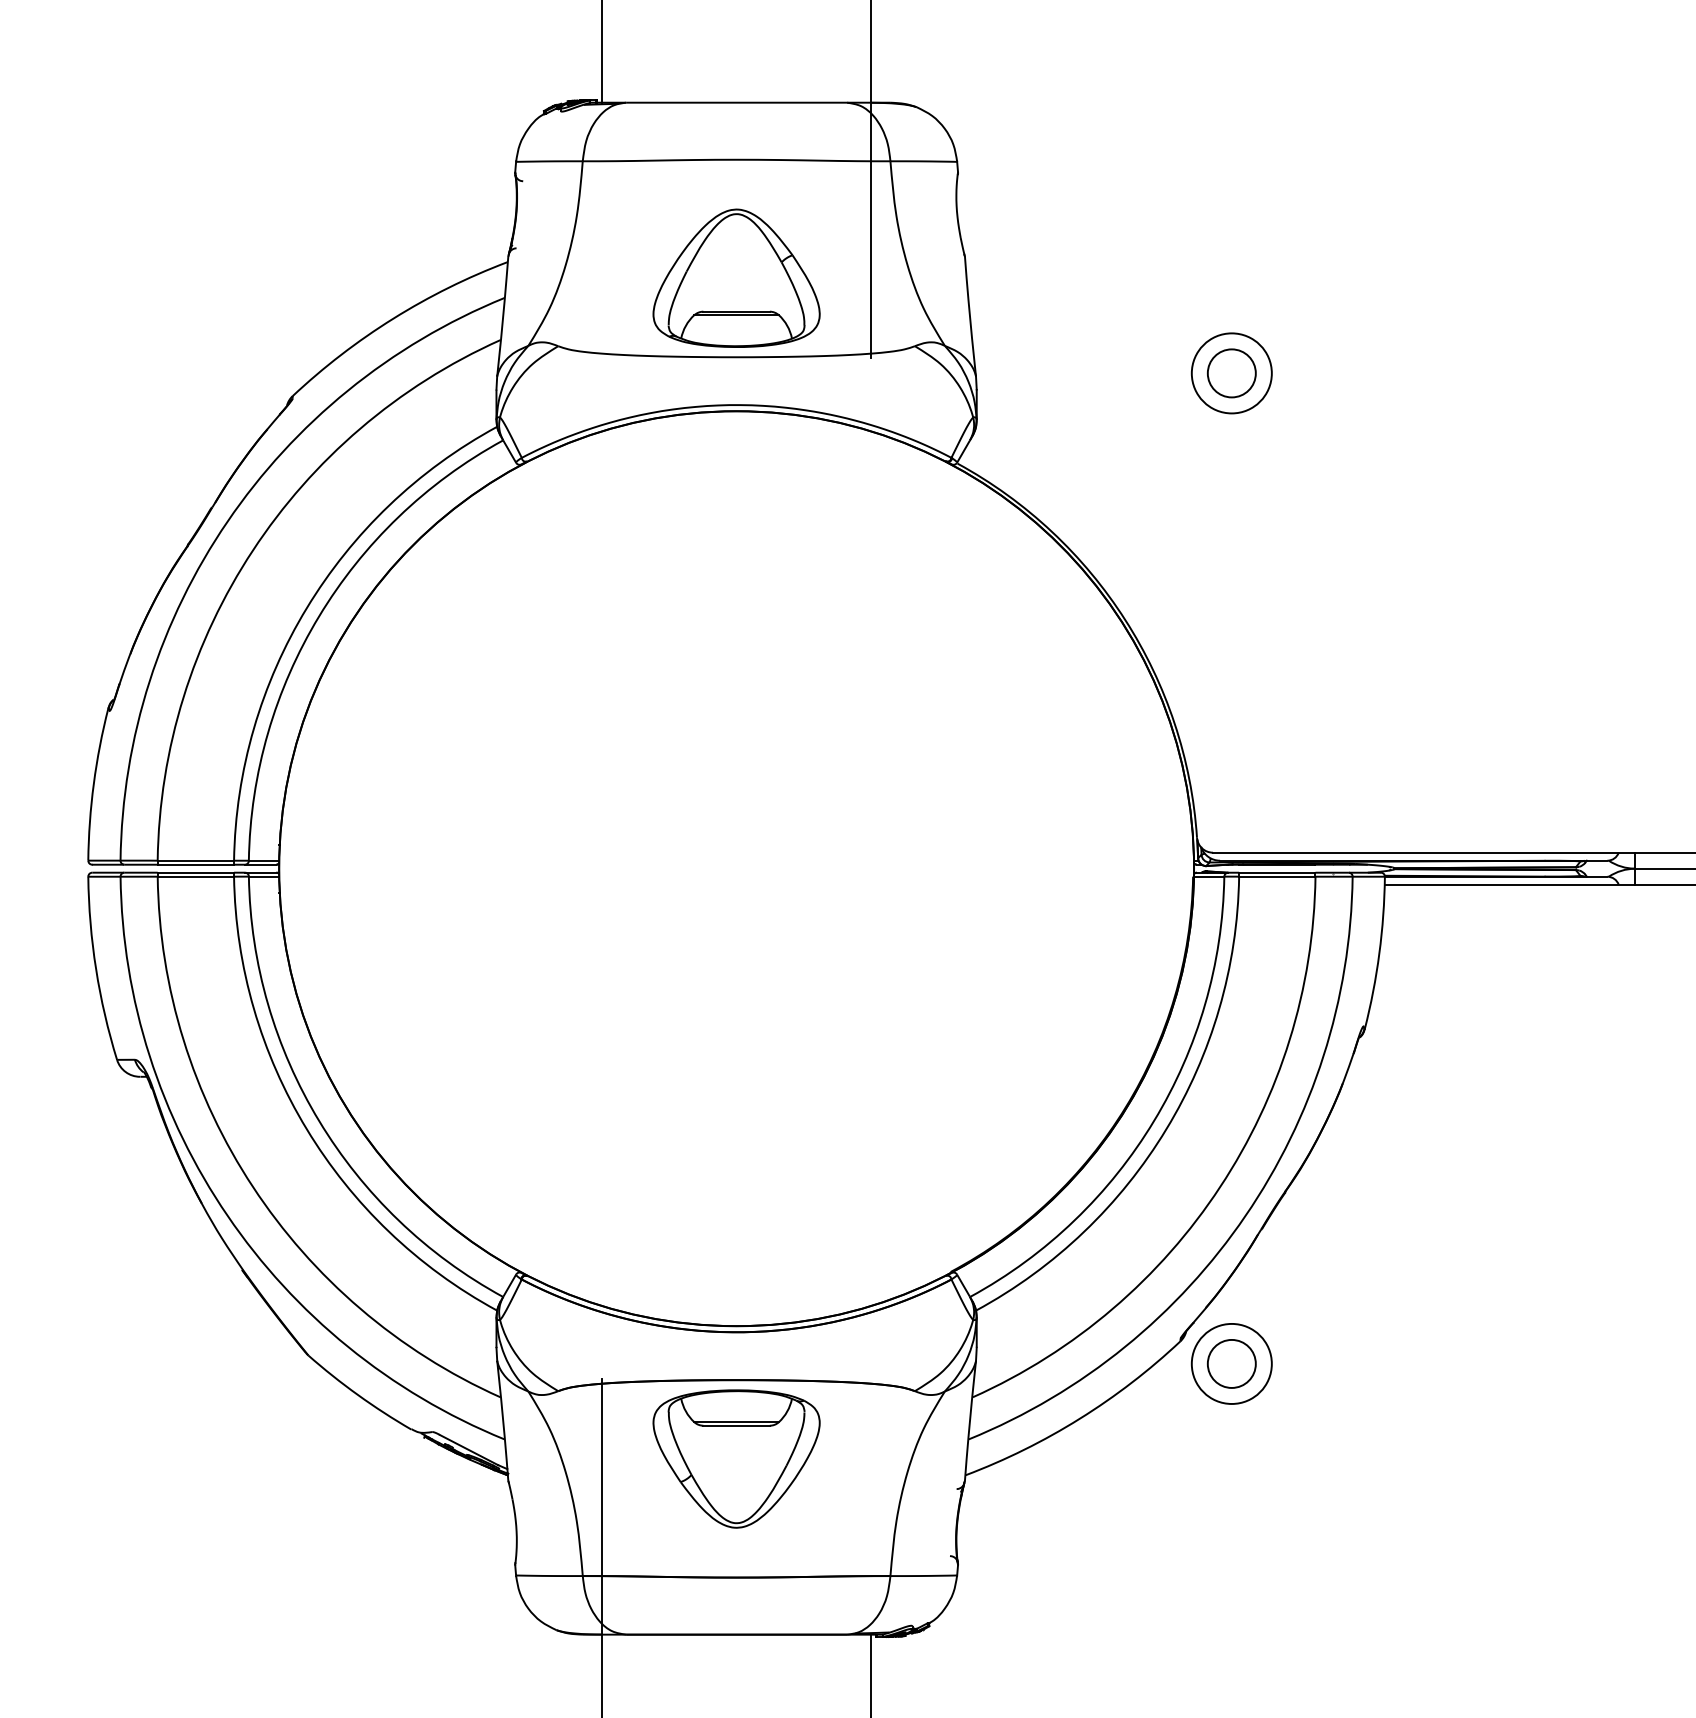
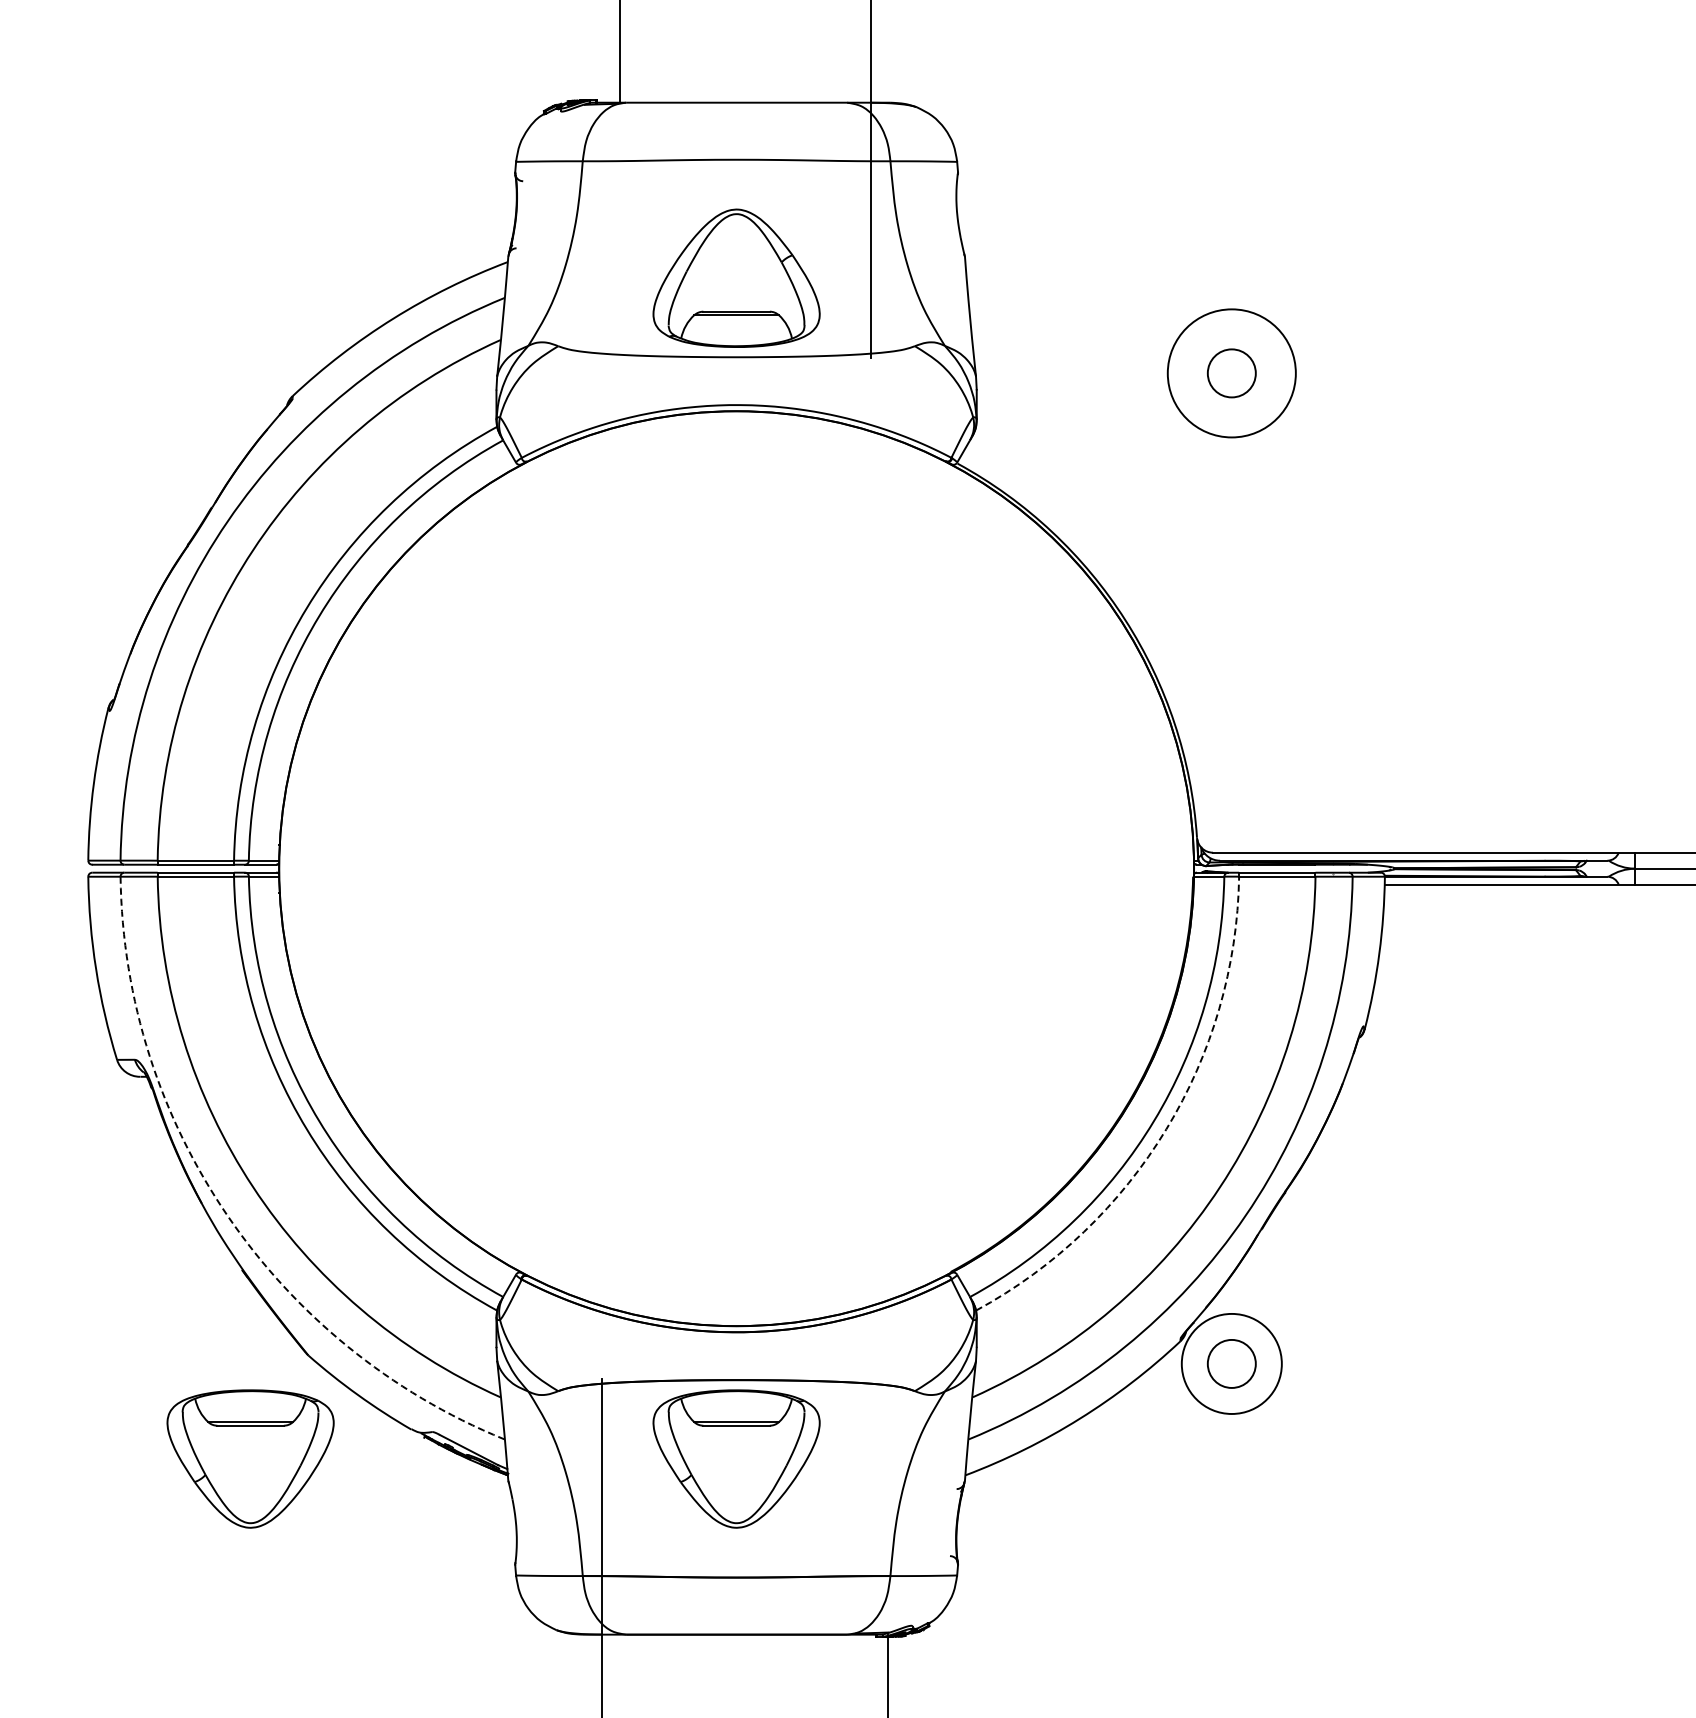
line at (601, 52) position: (601, 52) -> (619, 52)
circle at (1231, 373) diameter: 80 px -> 128 px
arc at (1166, 1129): solid -> dashed
arc at (227, 1215): solid -> dashed
circle at (1231, 1363) diameter: 80 px -> 100 px
part at (250, 1458): none -> present
line at (871, 1674) position: (871, 1674) -> (888, 1674)
